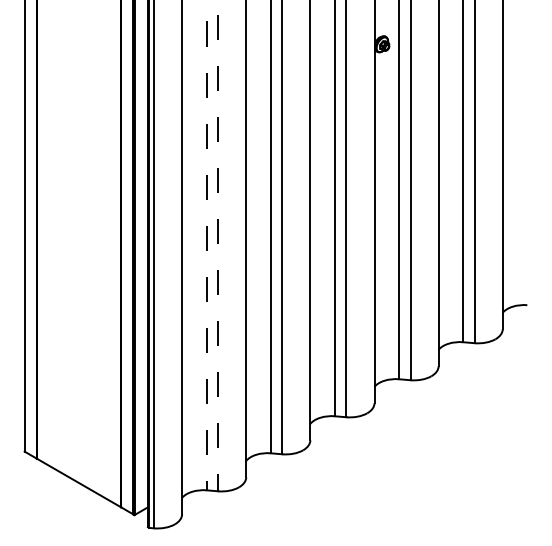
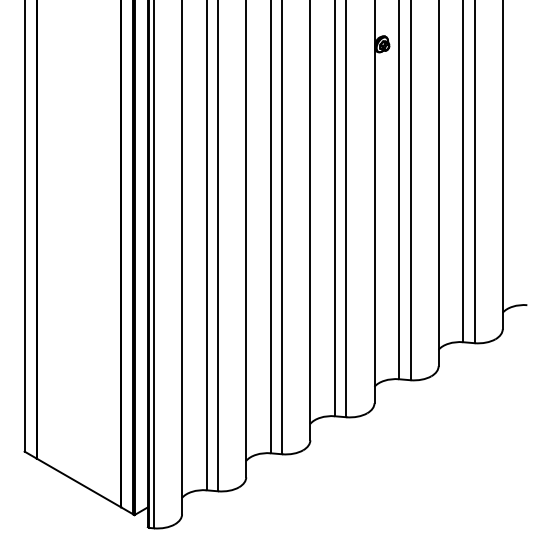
line at (206, 245): dashed -> solid
line at (218, 246): dashed -> solid
